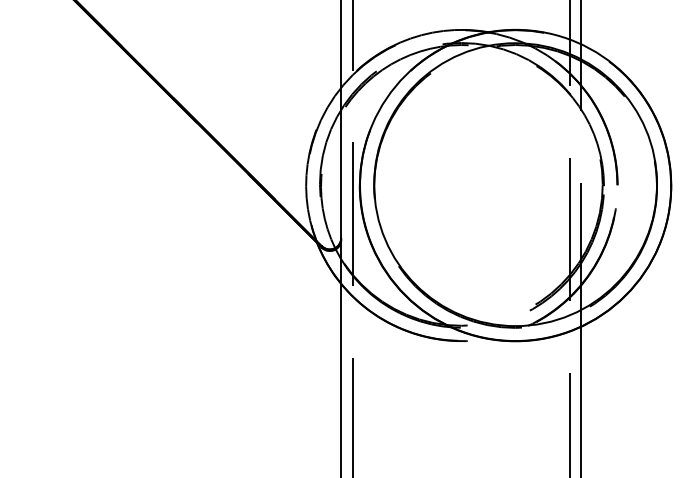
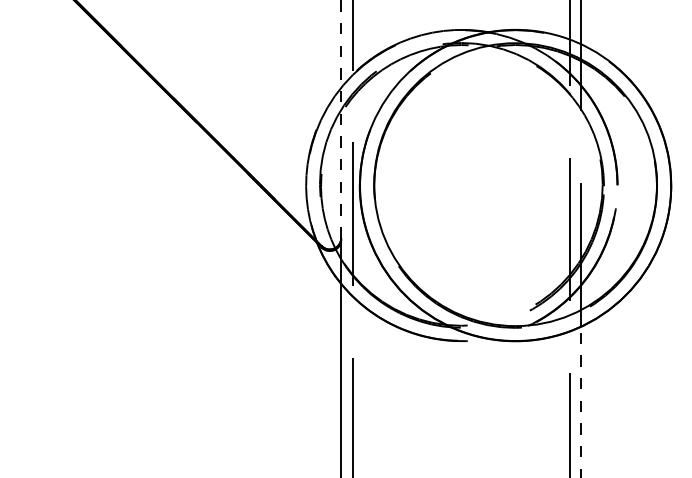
line at (341, 119): solid -> dashed
line at (581, 401): solid -> dashed
